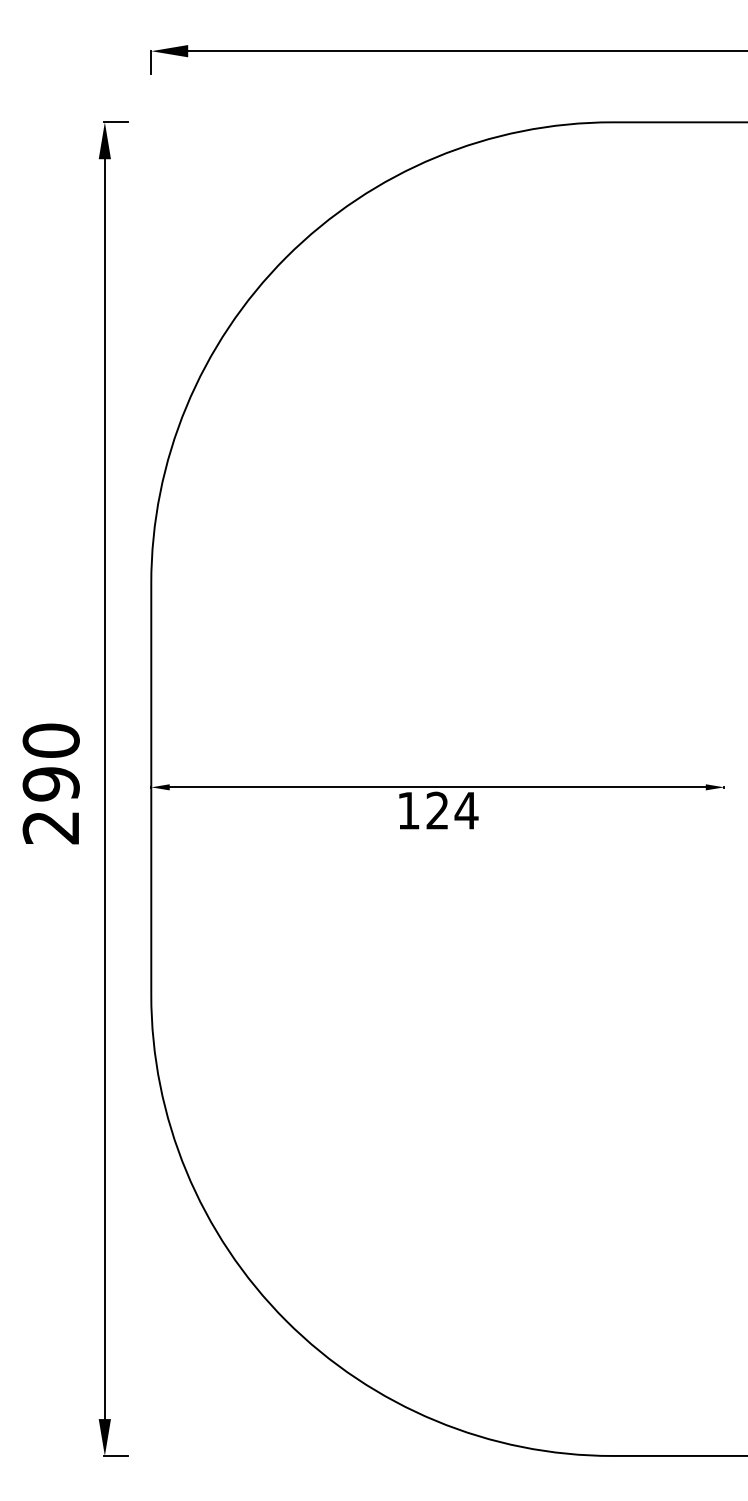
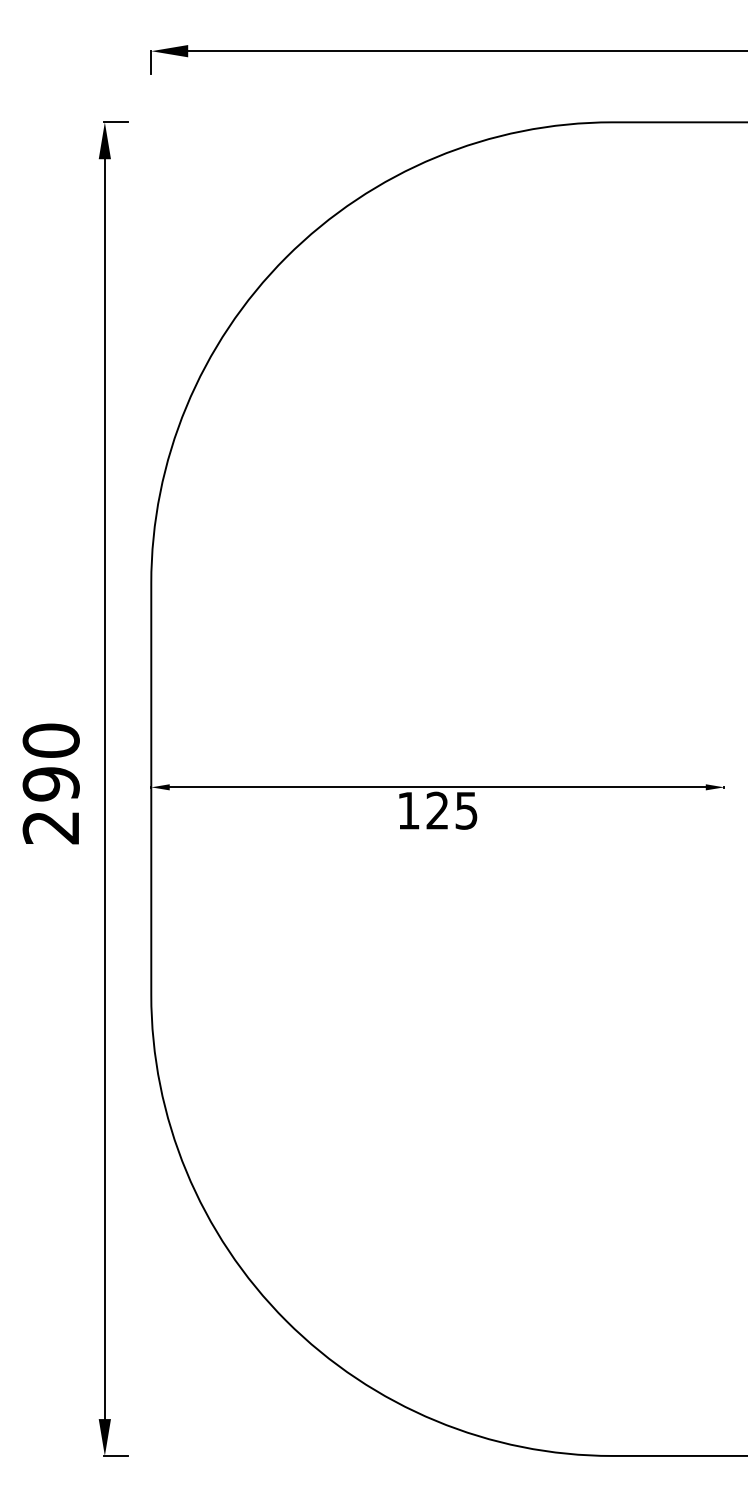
text at (466, 810): 124 -> 125
